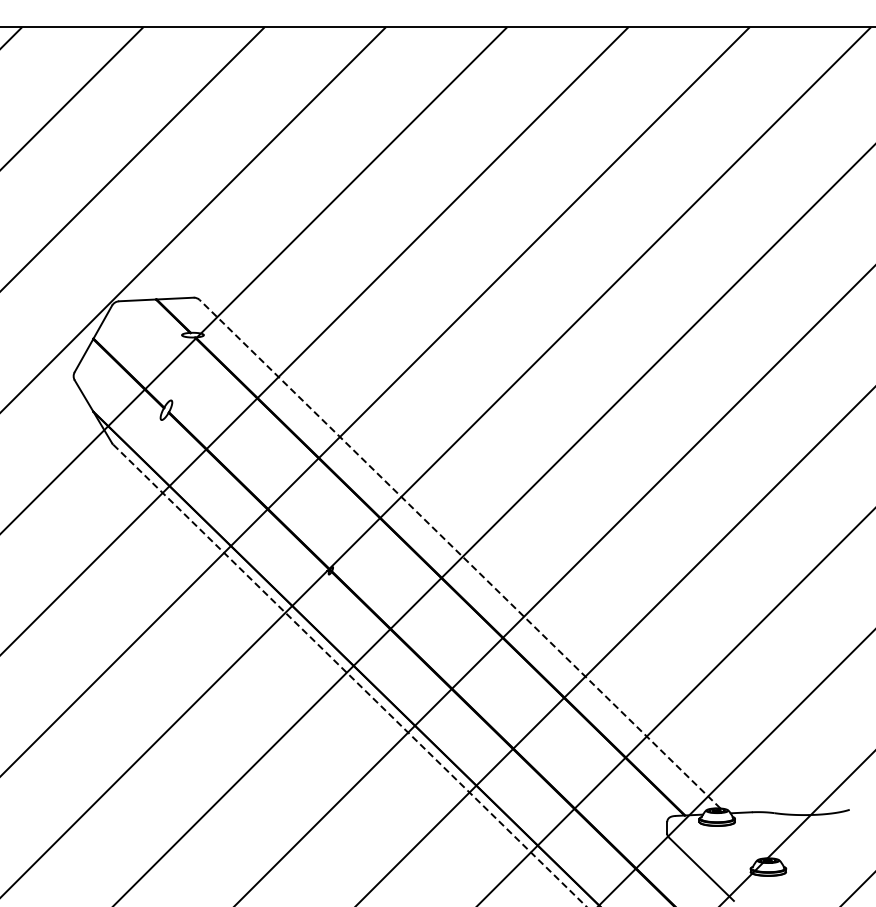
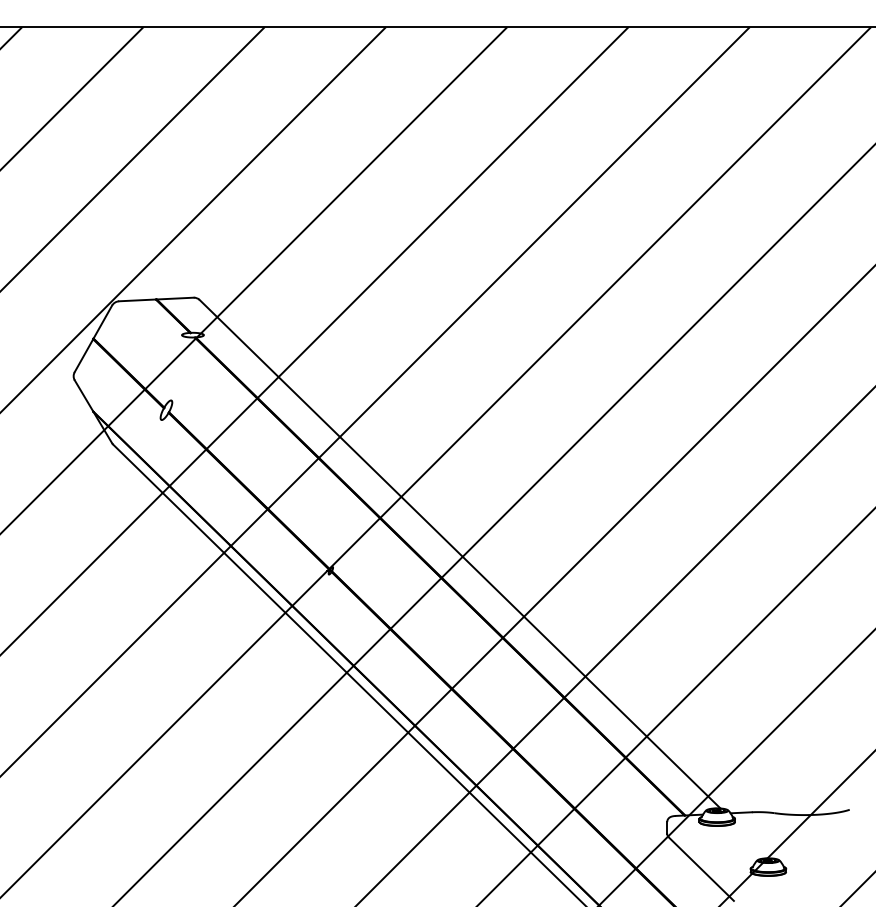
line at (459, 553): dashed -> solid
line at (350, 675): dashed -> solid
